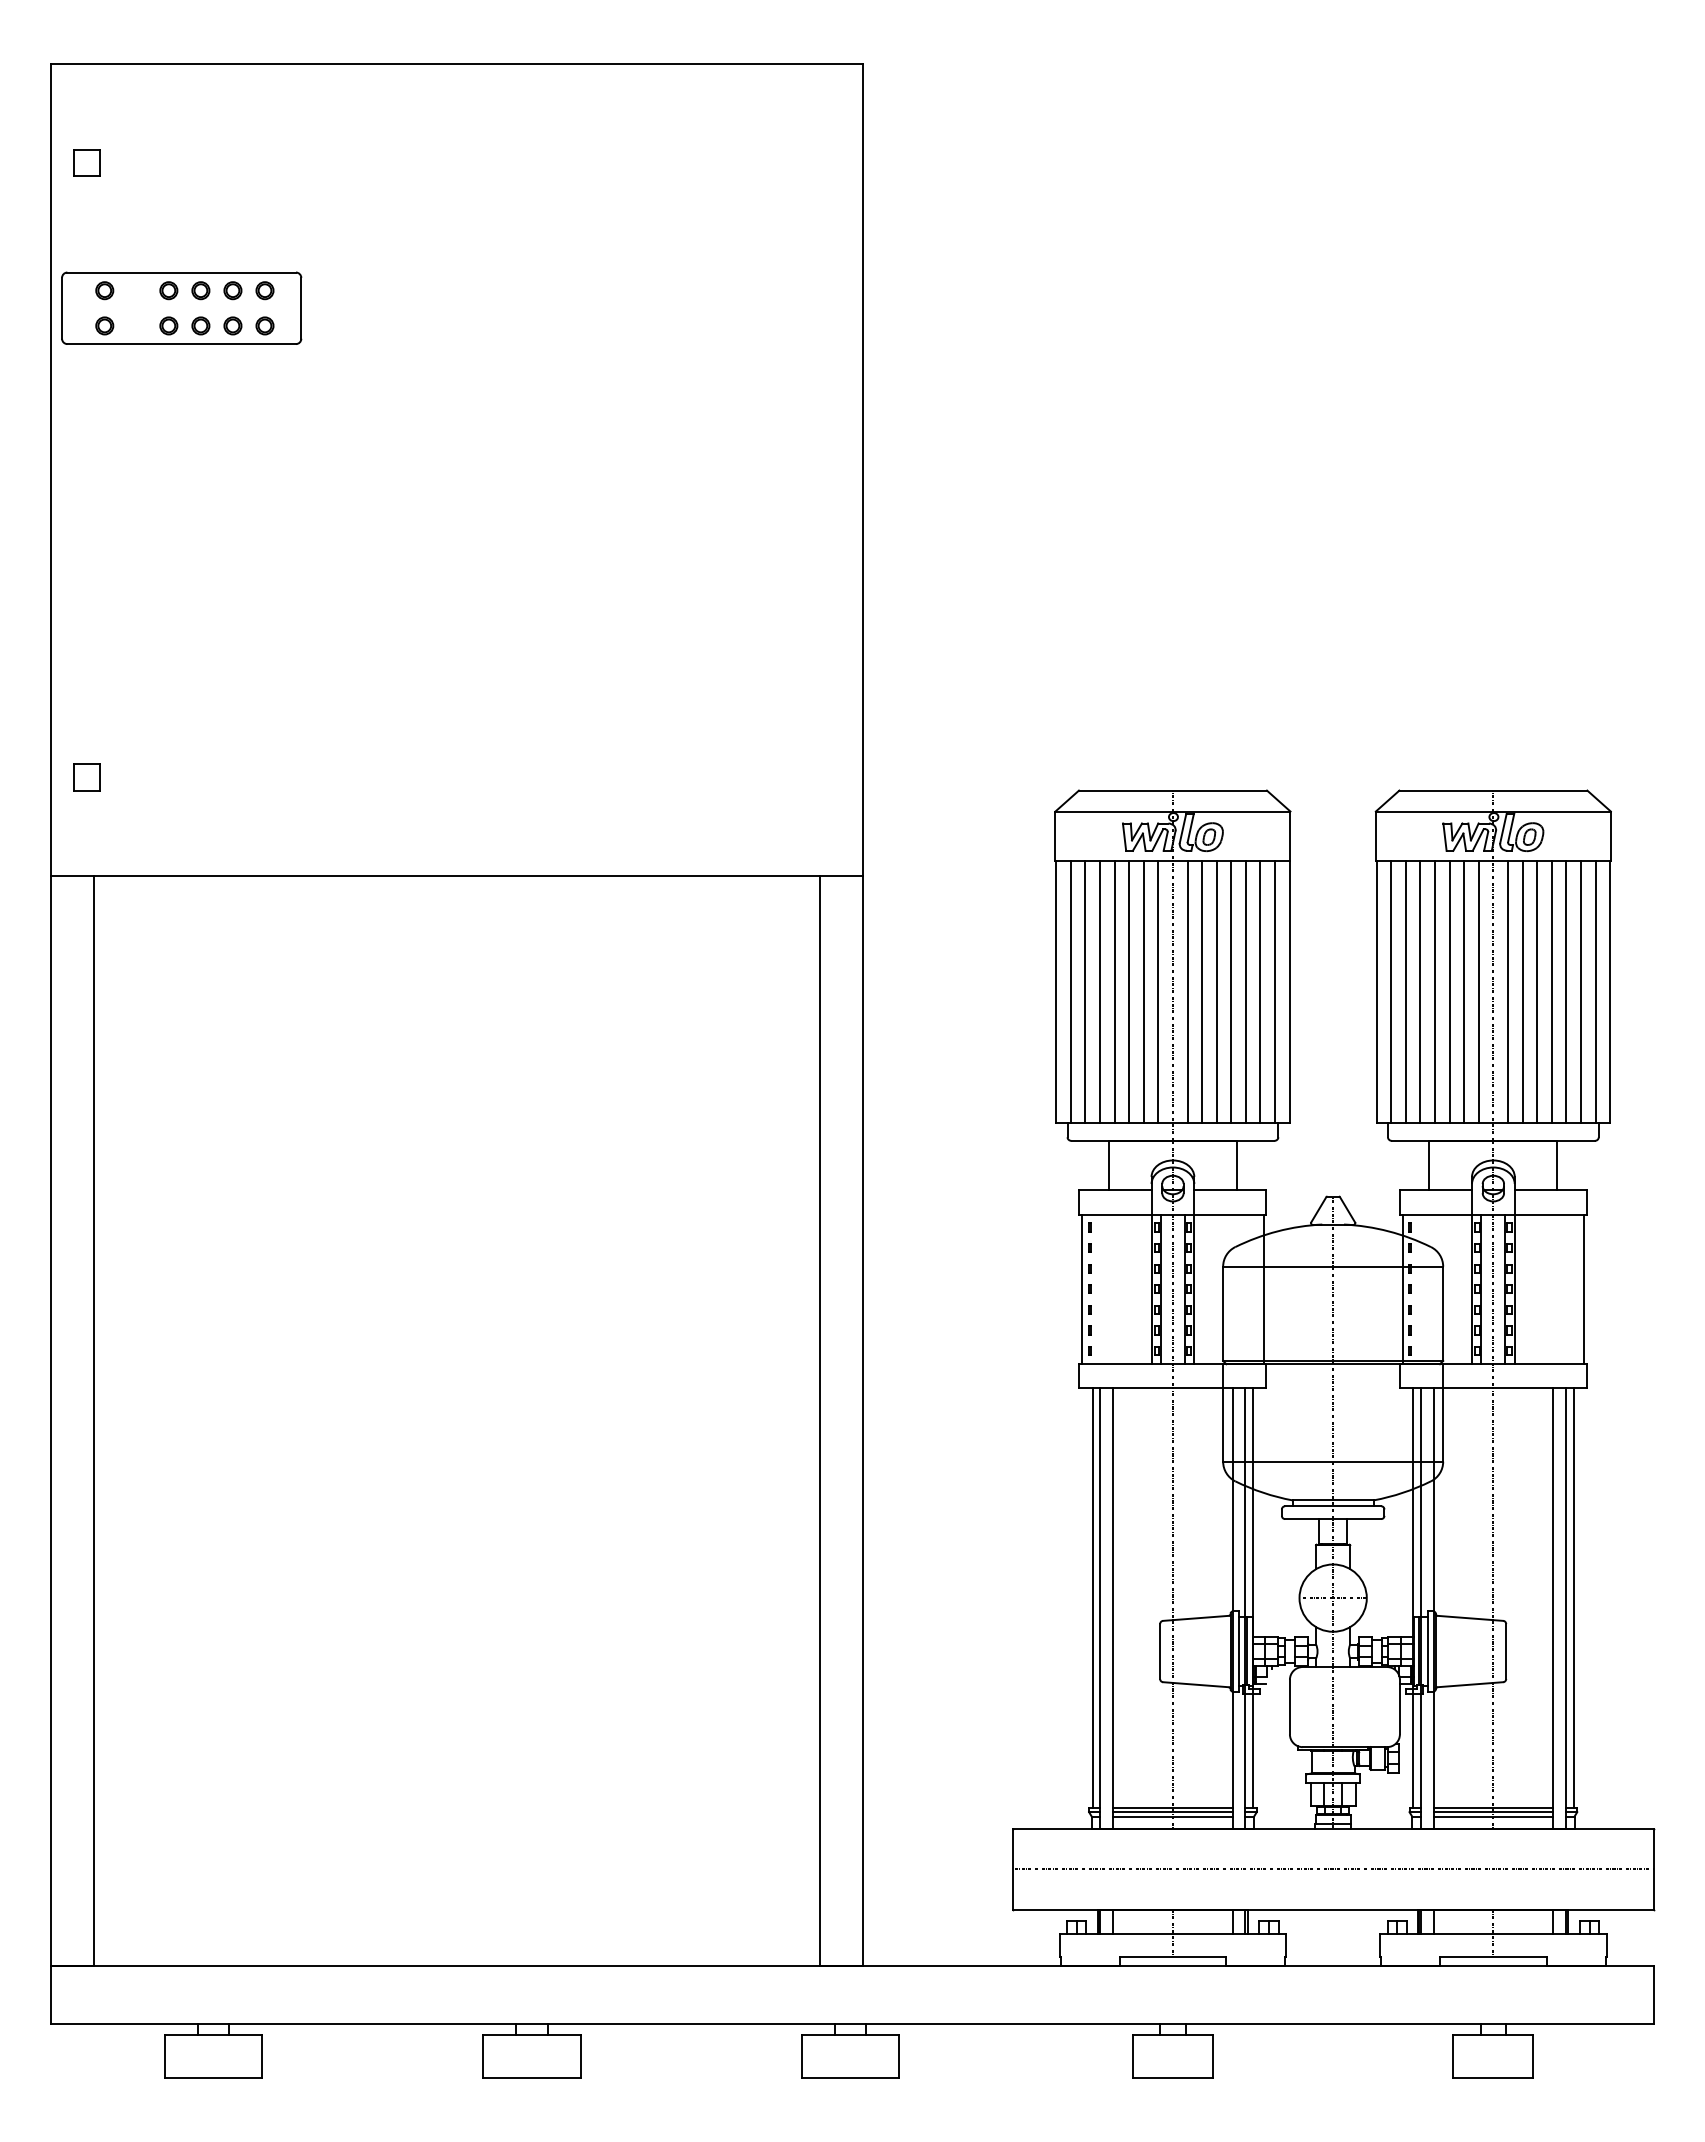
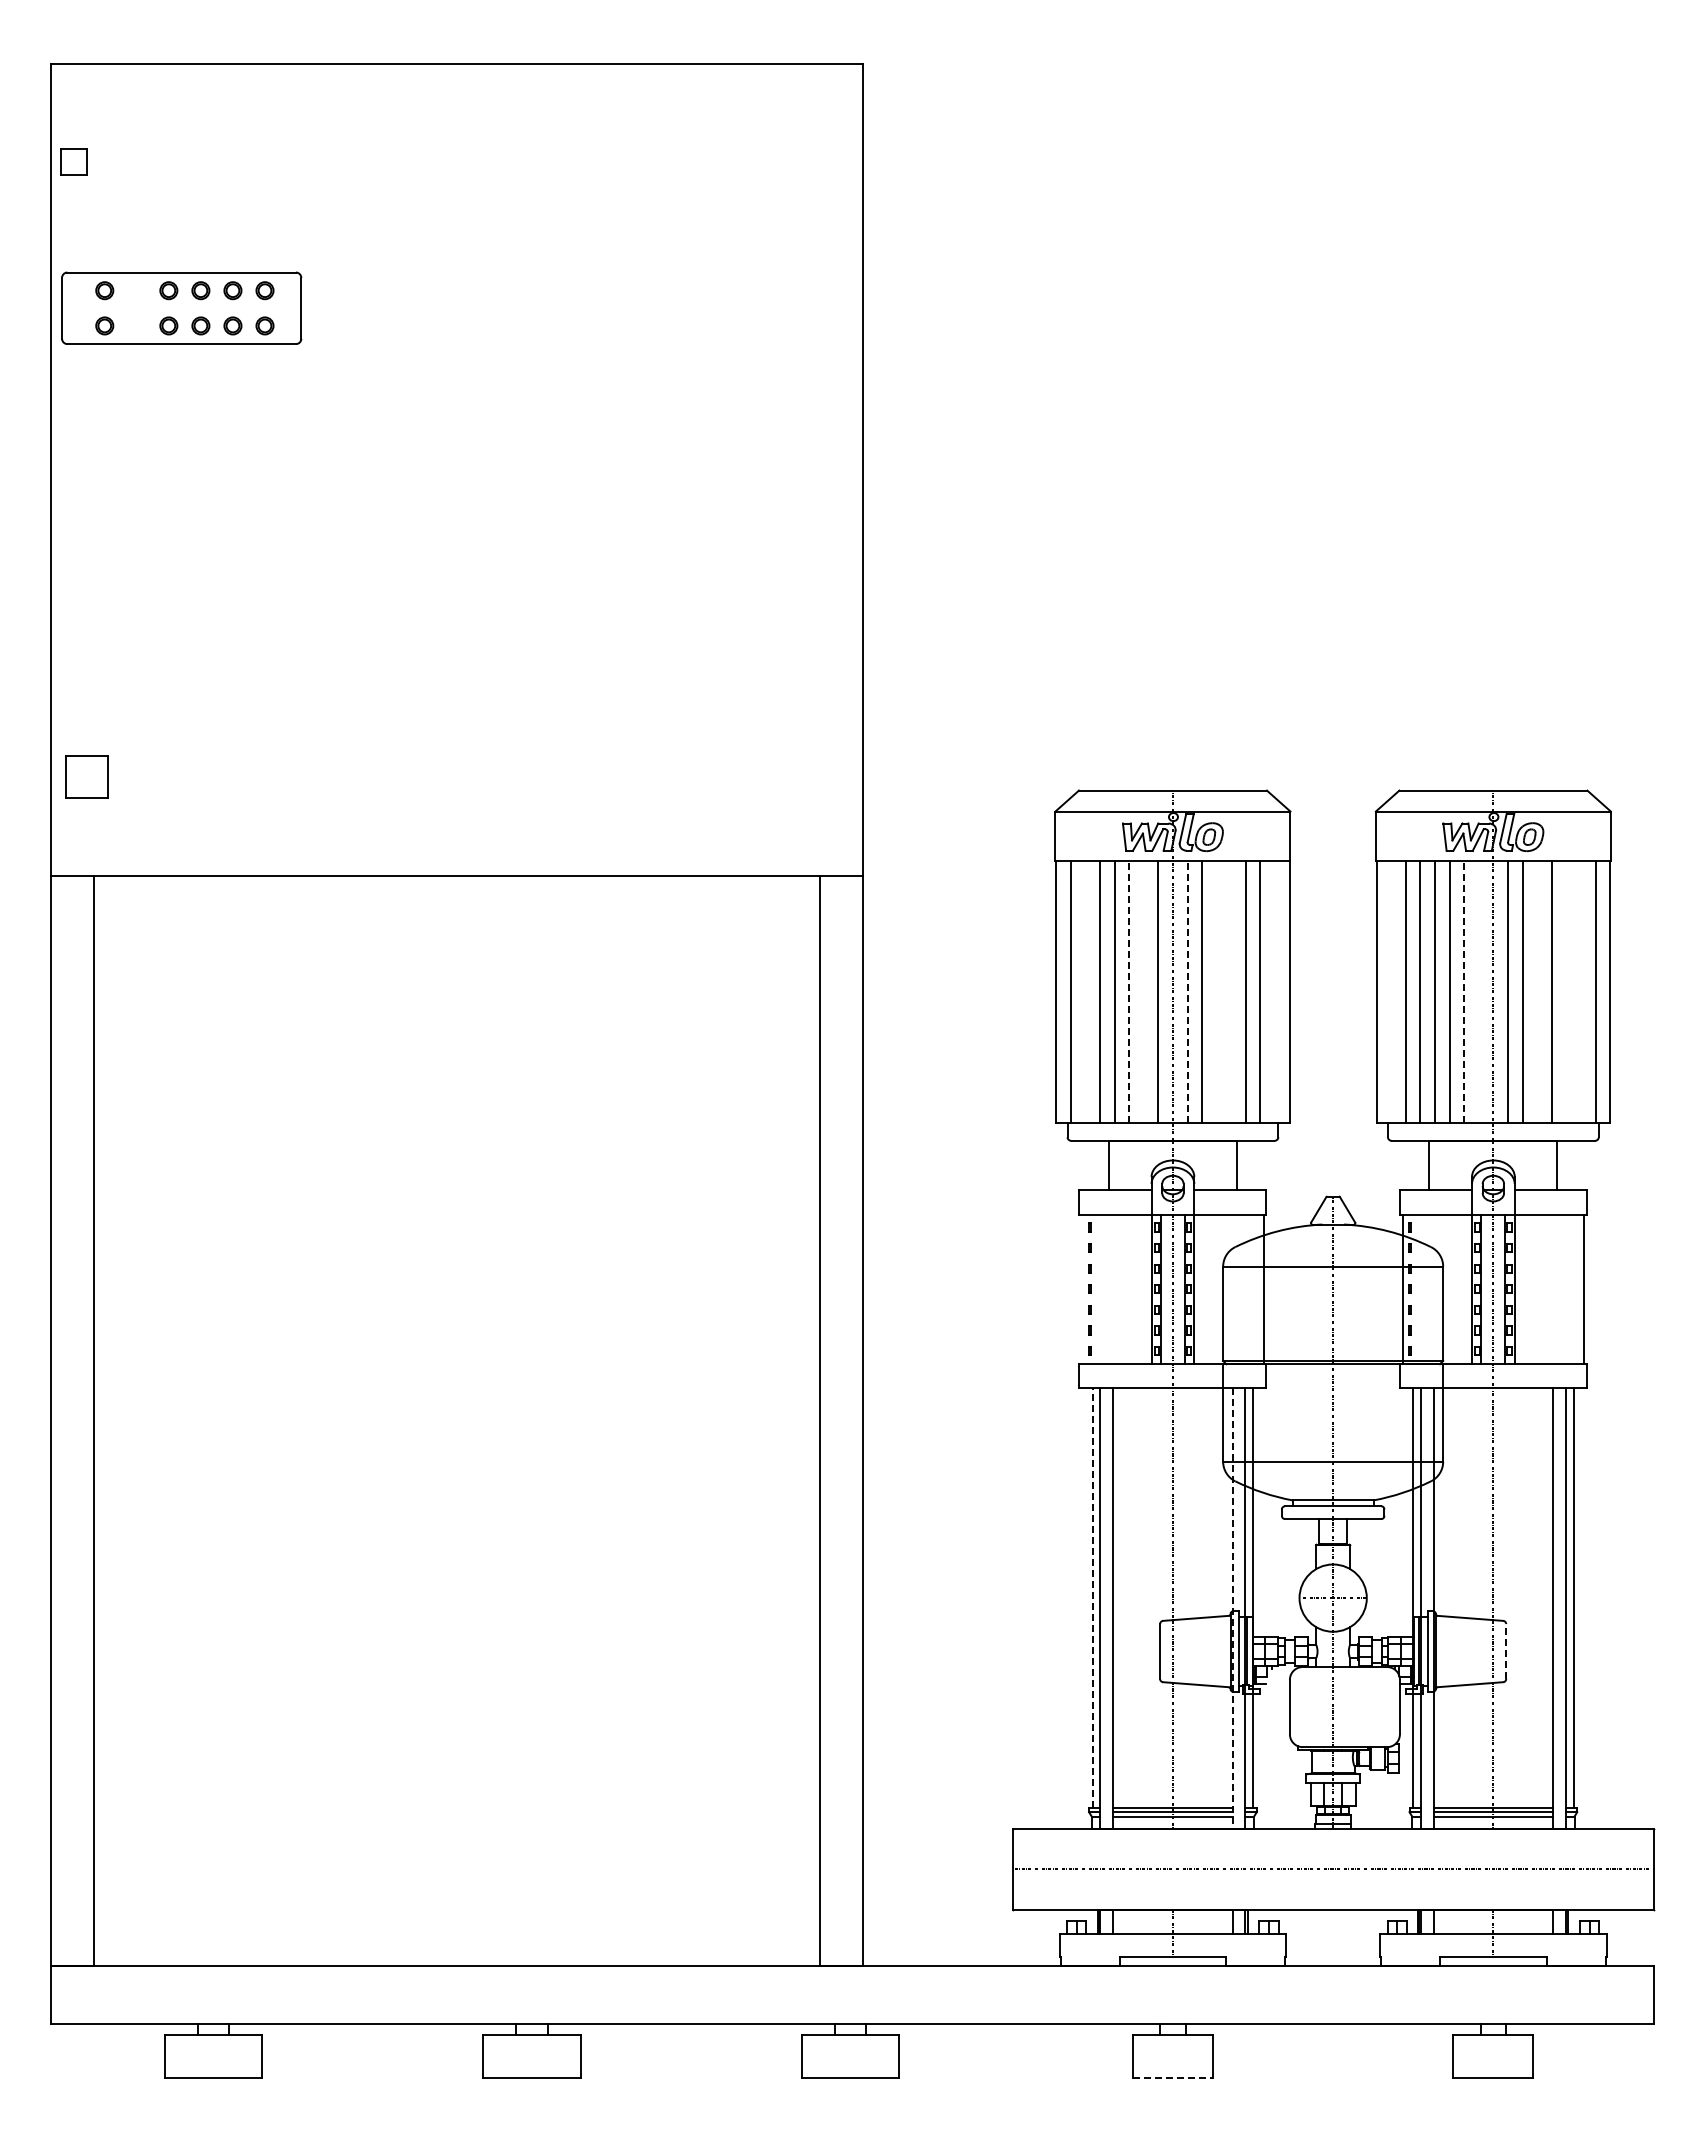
part at (86, 162) position: (86, 162) -> (73, 161)
part at (86, 777) size: 28x29 px -> 44x44 px
line at (1085, 991): present -> none
line at (1129, 991): solid -> dashed
line at (1143, 991): present -> none
line at (1187, 991): solid -> dashed
line at (1216, 991): present -> none
line at (1231, 991): present -> none
line at (1275, 991): present -> none
line at (1391, 991): present -> none
line at (1464, 991): solid -> dashed
line at (1478, 991): present -> none
line at (1537, 991): present -> none
line at (1566, 991): present -> none
line at (1580, 991): present -> none
line at (1082, 1289): present -> none
line at (1092, 1598): solid -> dashed
line at (1232, 1609): solid -> dashed
line at (1506, 1651): solid -> dashed
line at (1173, 2077): solid -> dashed
